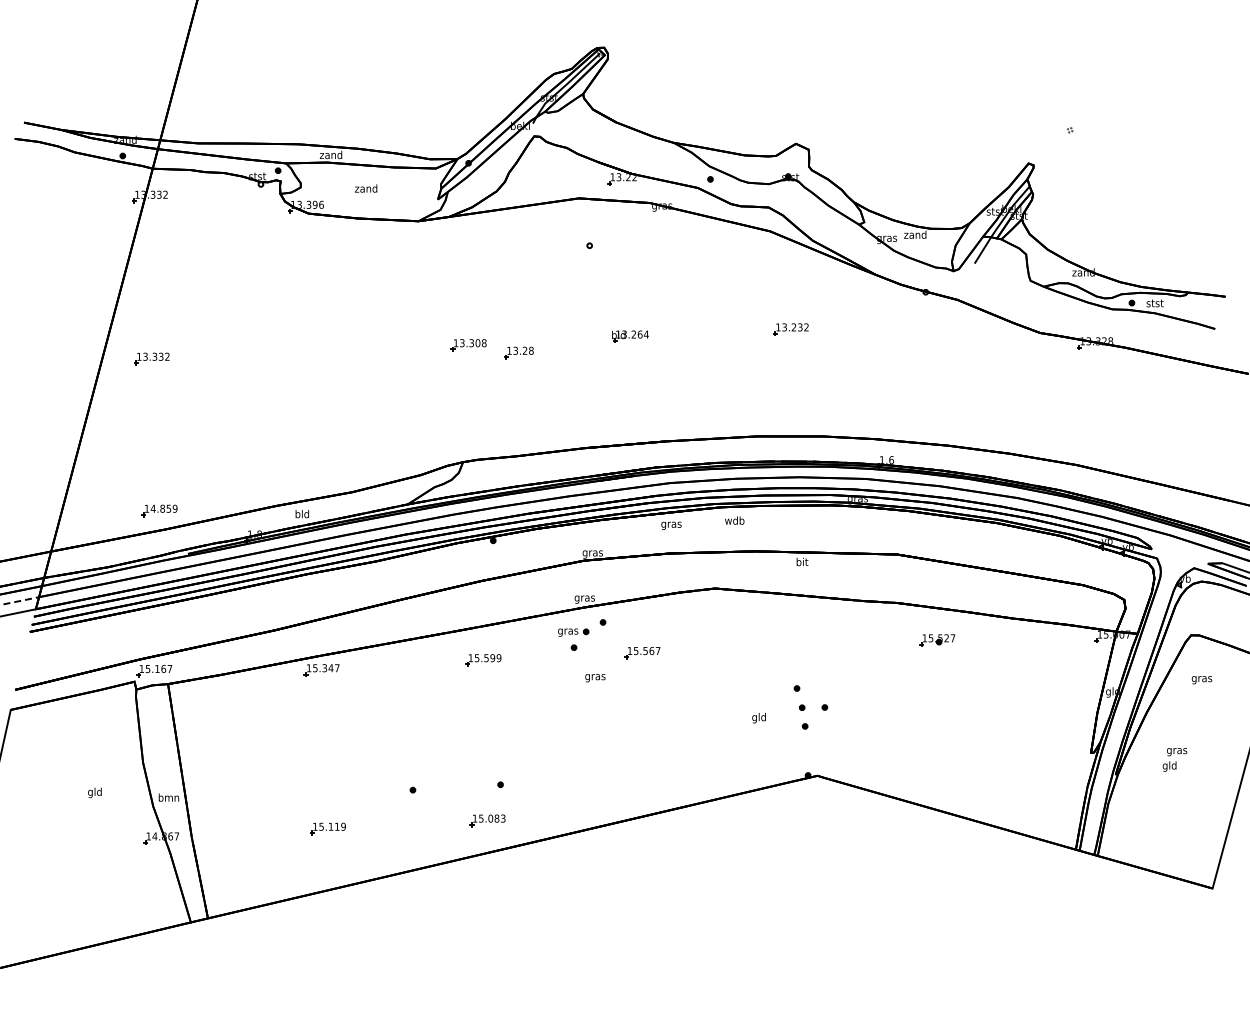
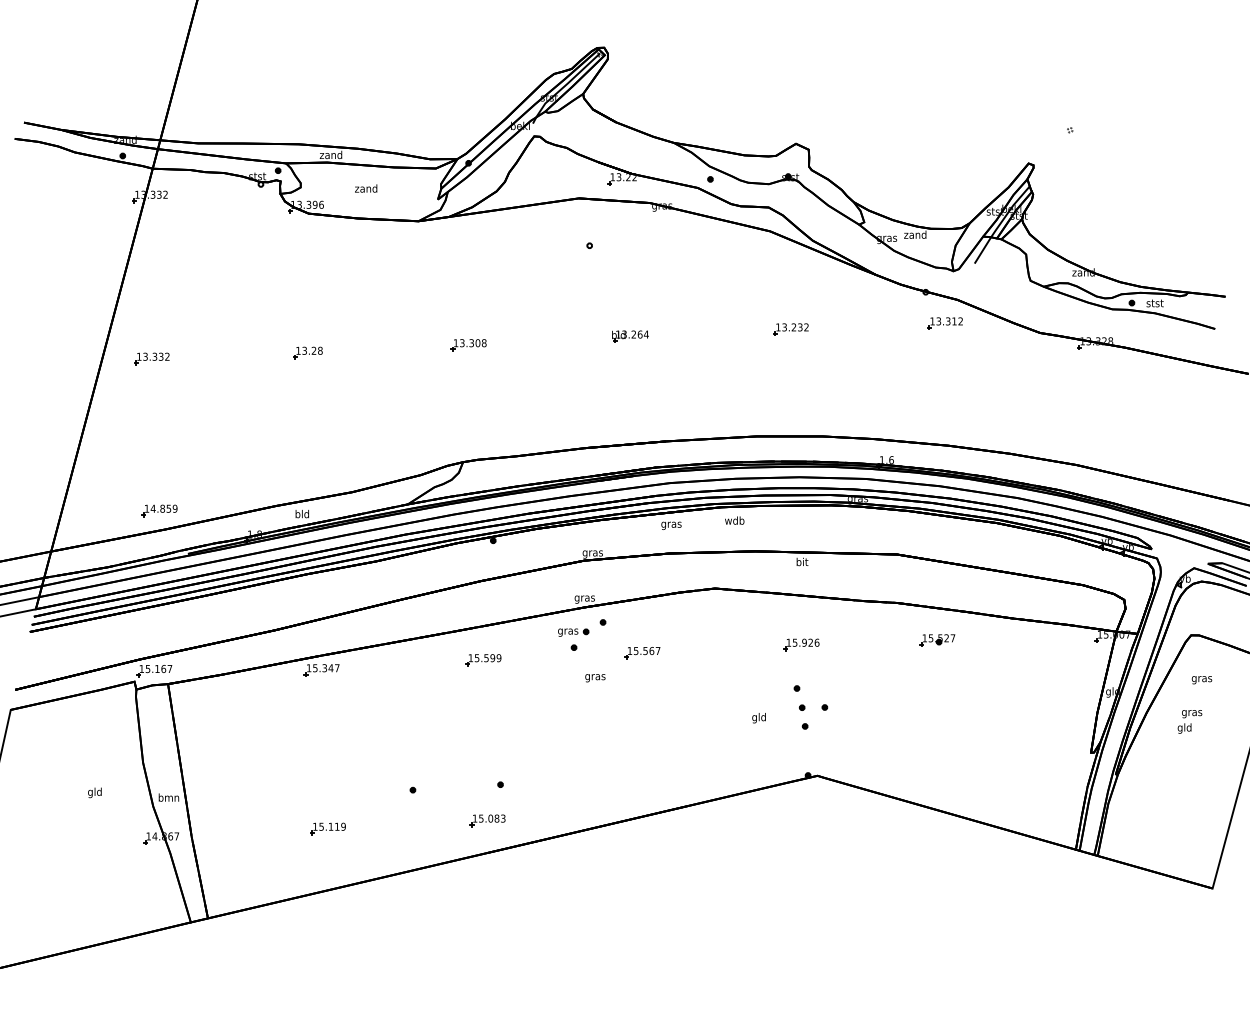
part at (944, 323): none -> present
part at (518, 352) position: (518, 352) -> (307, 352)
line at (19, 601): dashed -> solid
part at (801, 644): none -> present
text at (1174, 759) position: (1174, 759) -> (1189, 721)
